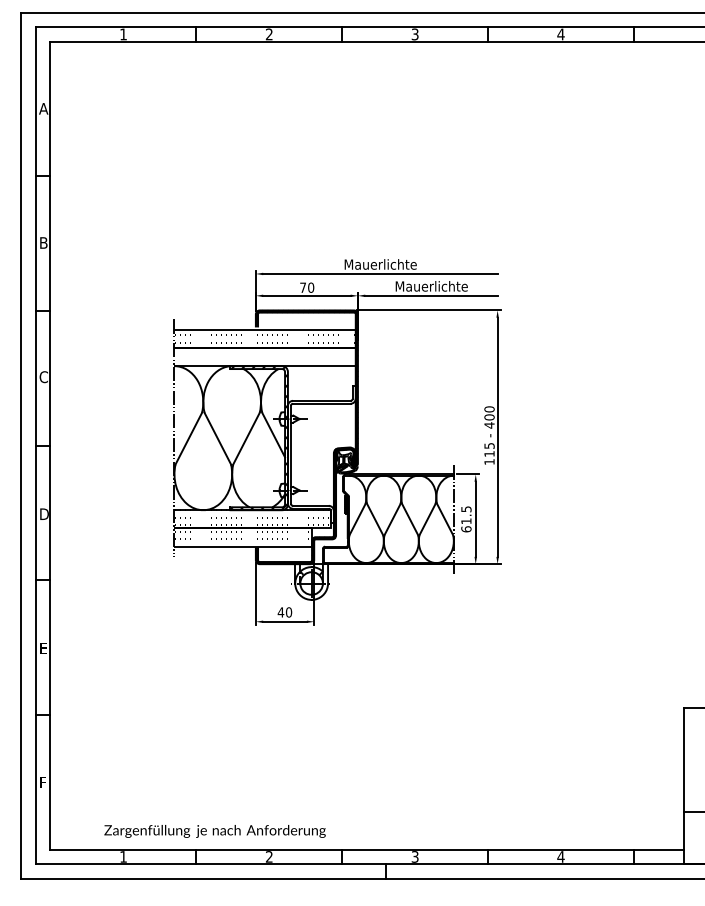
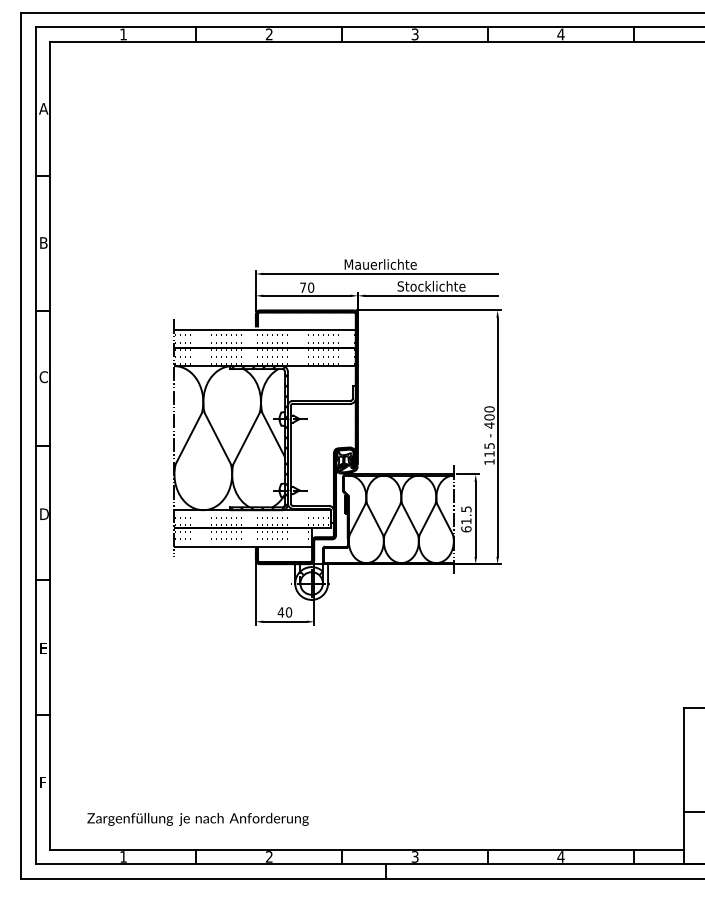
text at (431, 286): Mauerlichte -> Stocklichte
hatch at (264, 356): none -> present
text at (214, 831) position: (214, 831) -> (197, 819)
